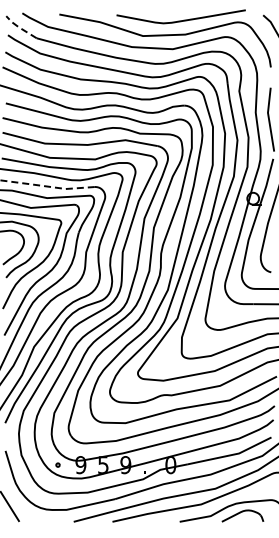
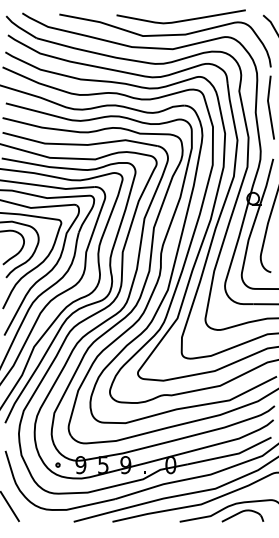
line at (19, 27): dashed -> solid
line at (269, 119) position: (269, 119) -> (269, 107)
line at (47, 186): dashed -> solid
